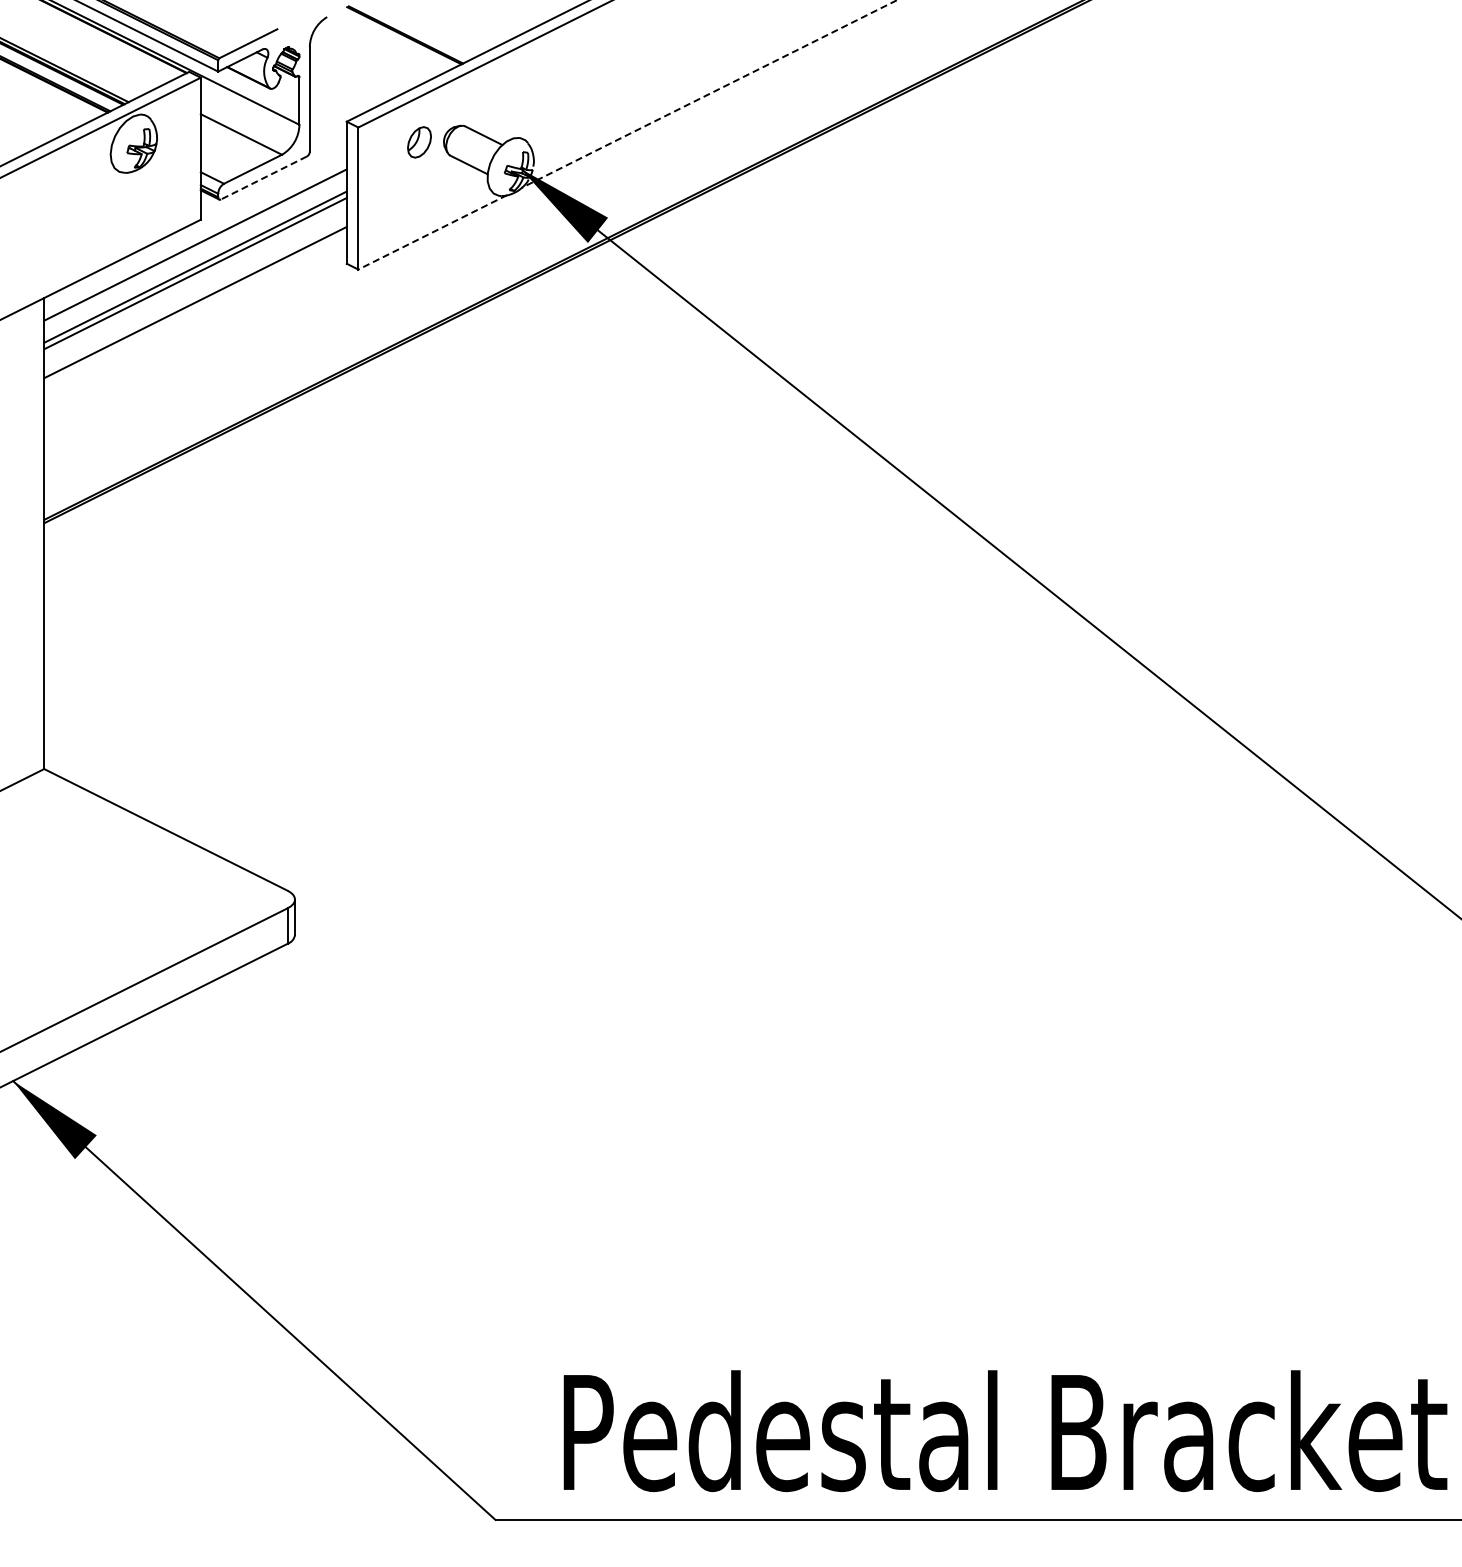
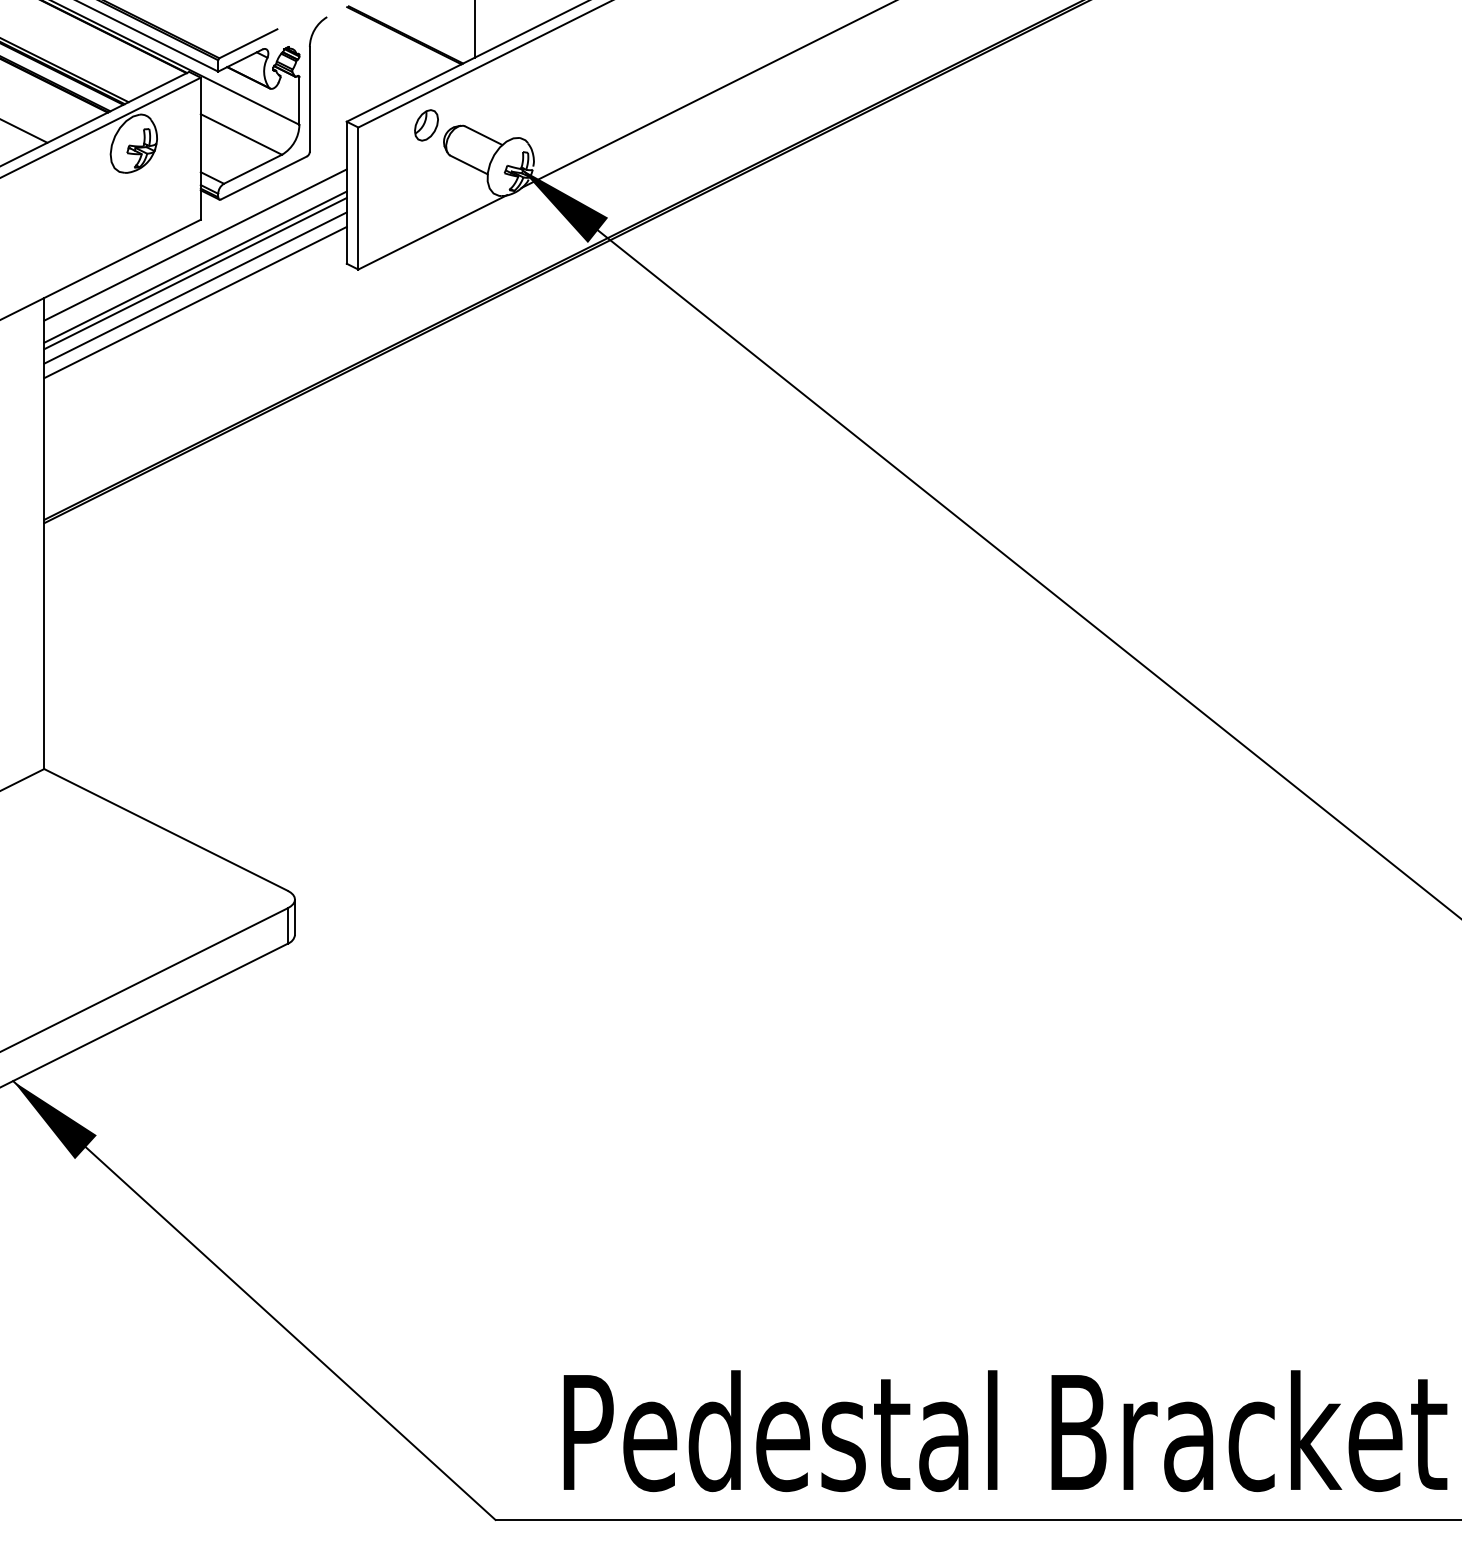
line at (474, 29): none -> present
line at (709, 94): dashed -> solid
line at (24, 131): none -> present
part at (419, 142) position: (419, 142) -> (426, 125)
line at (264, 177): dashed -> solid
line at (432, 232): dashed -> solid
line at (195, 287): none -> present
